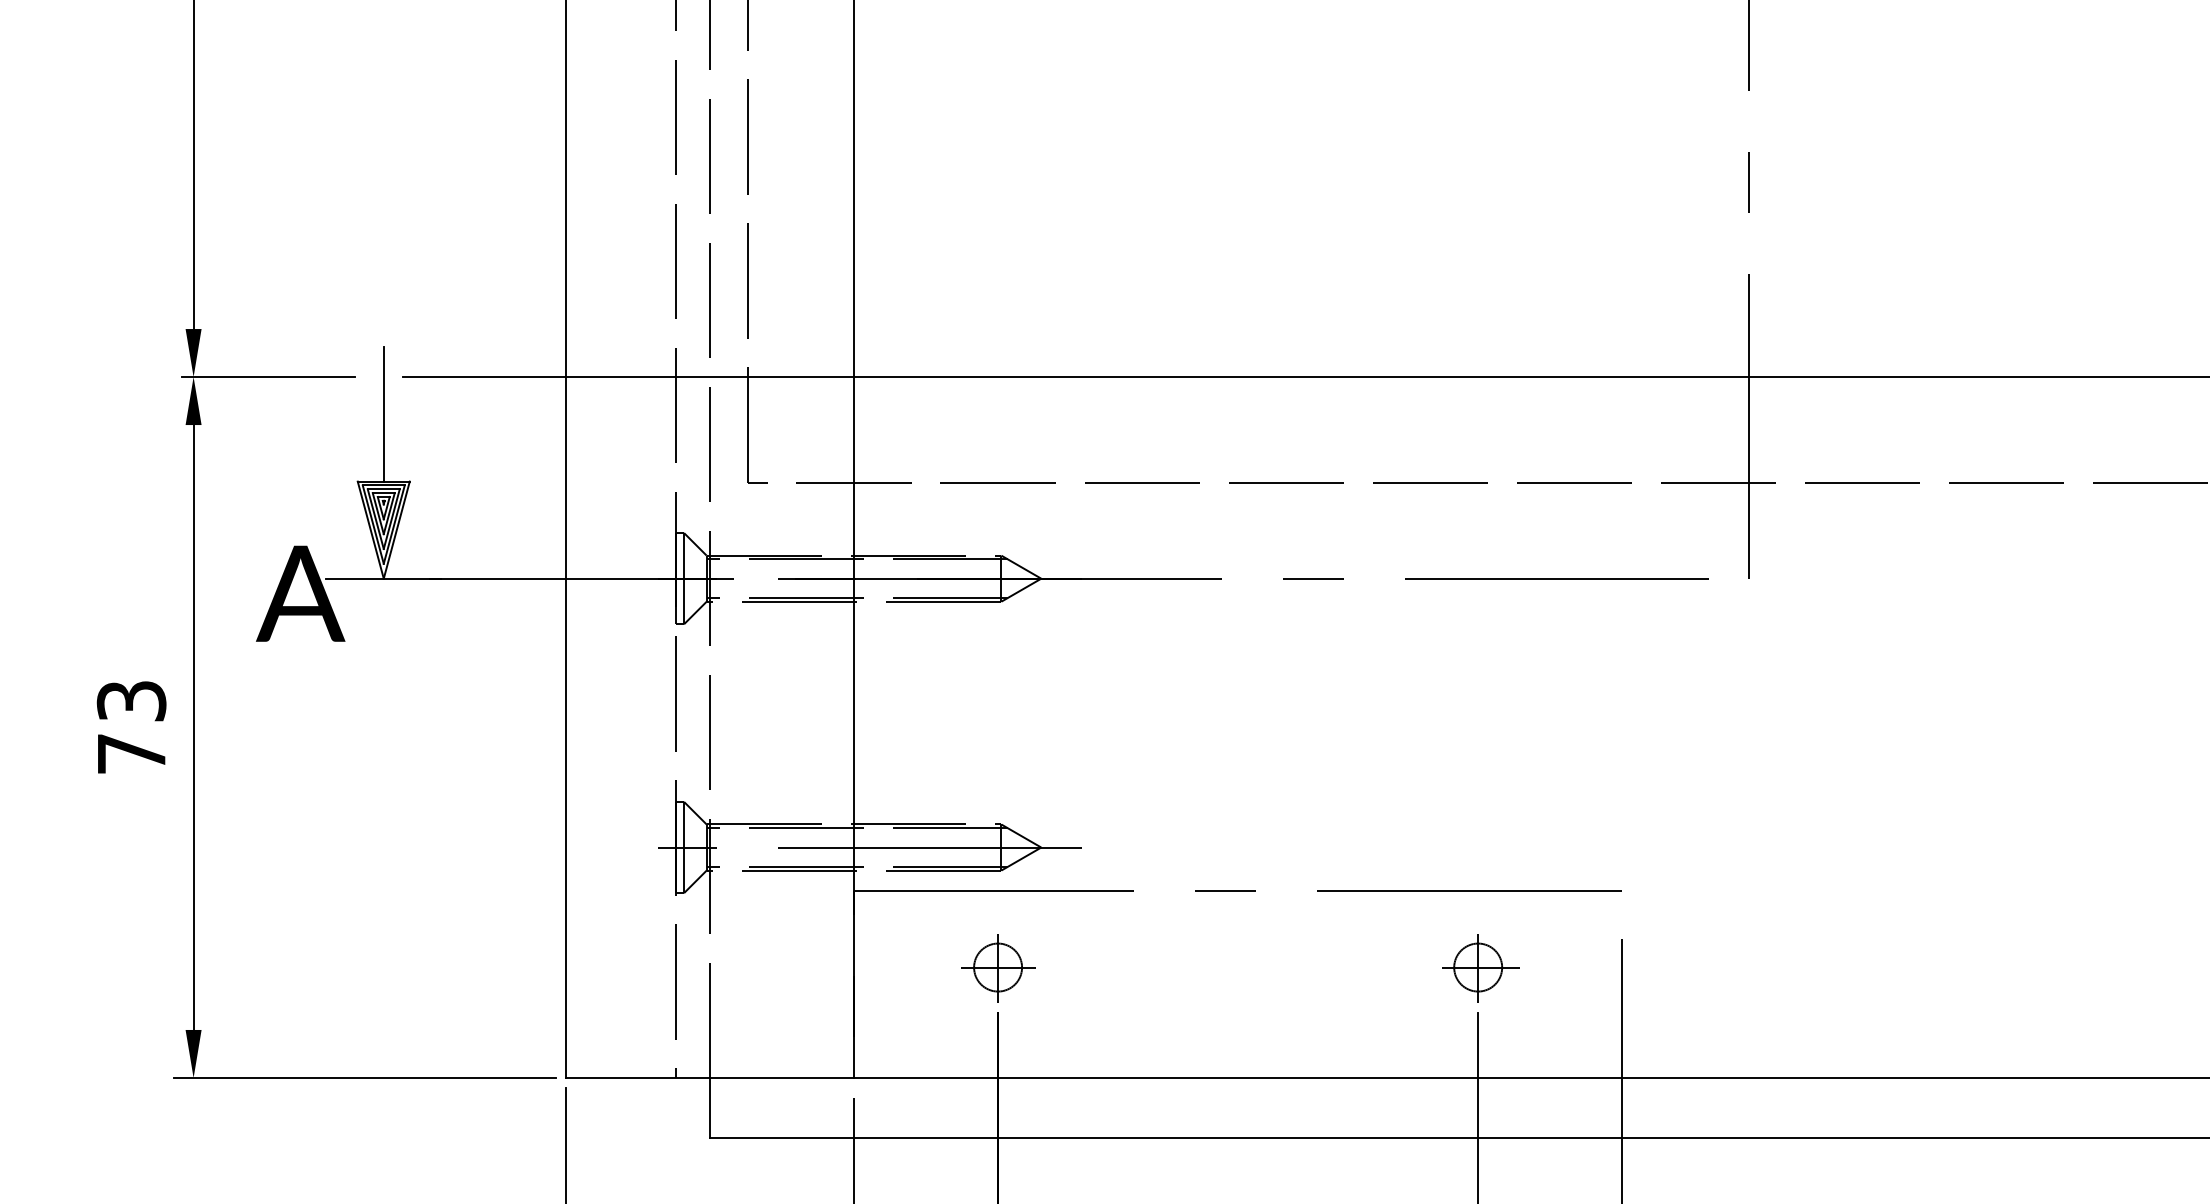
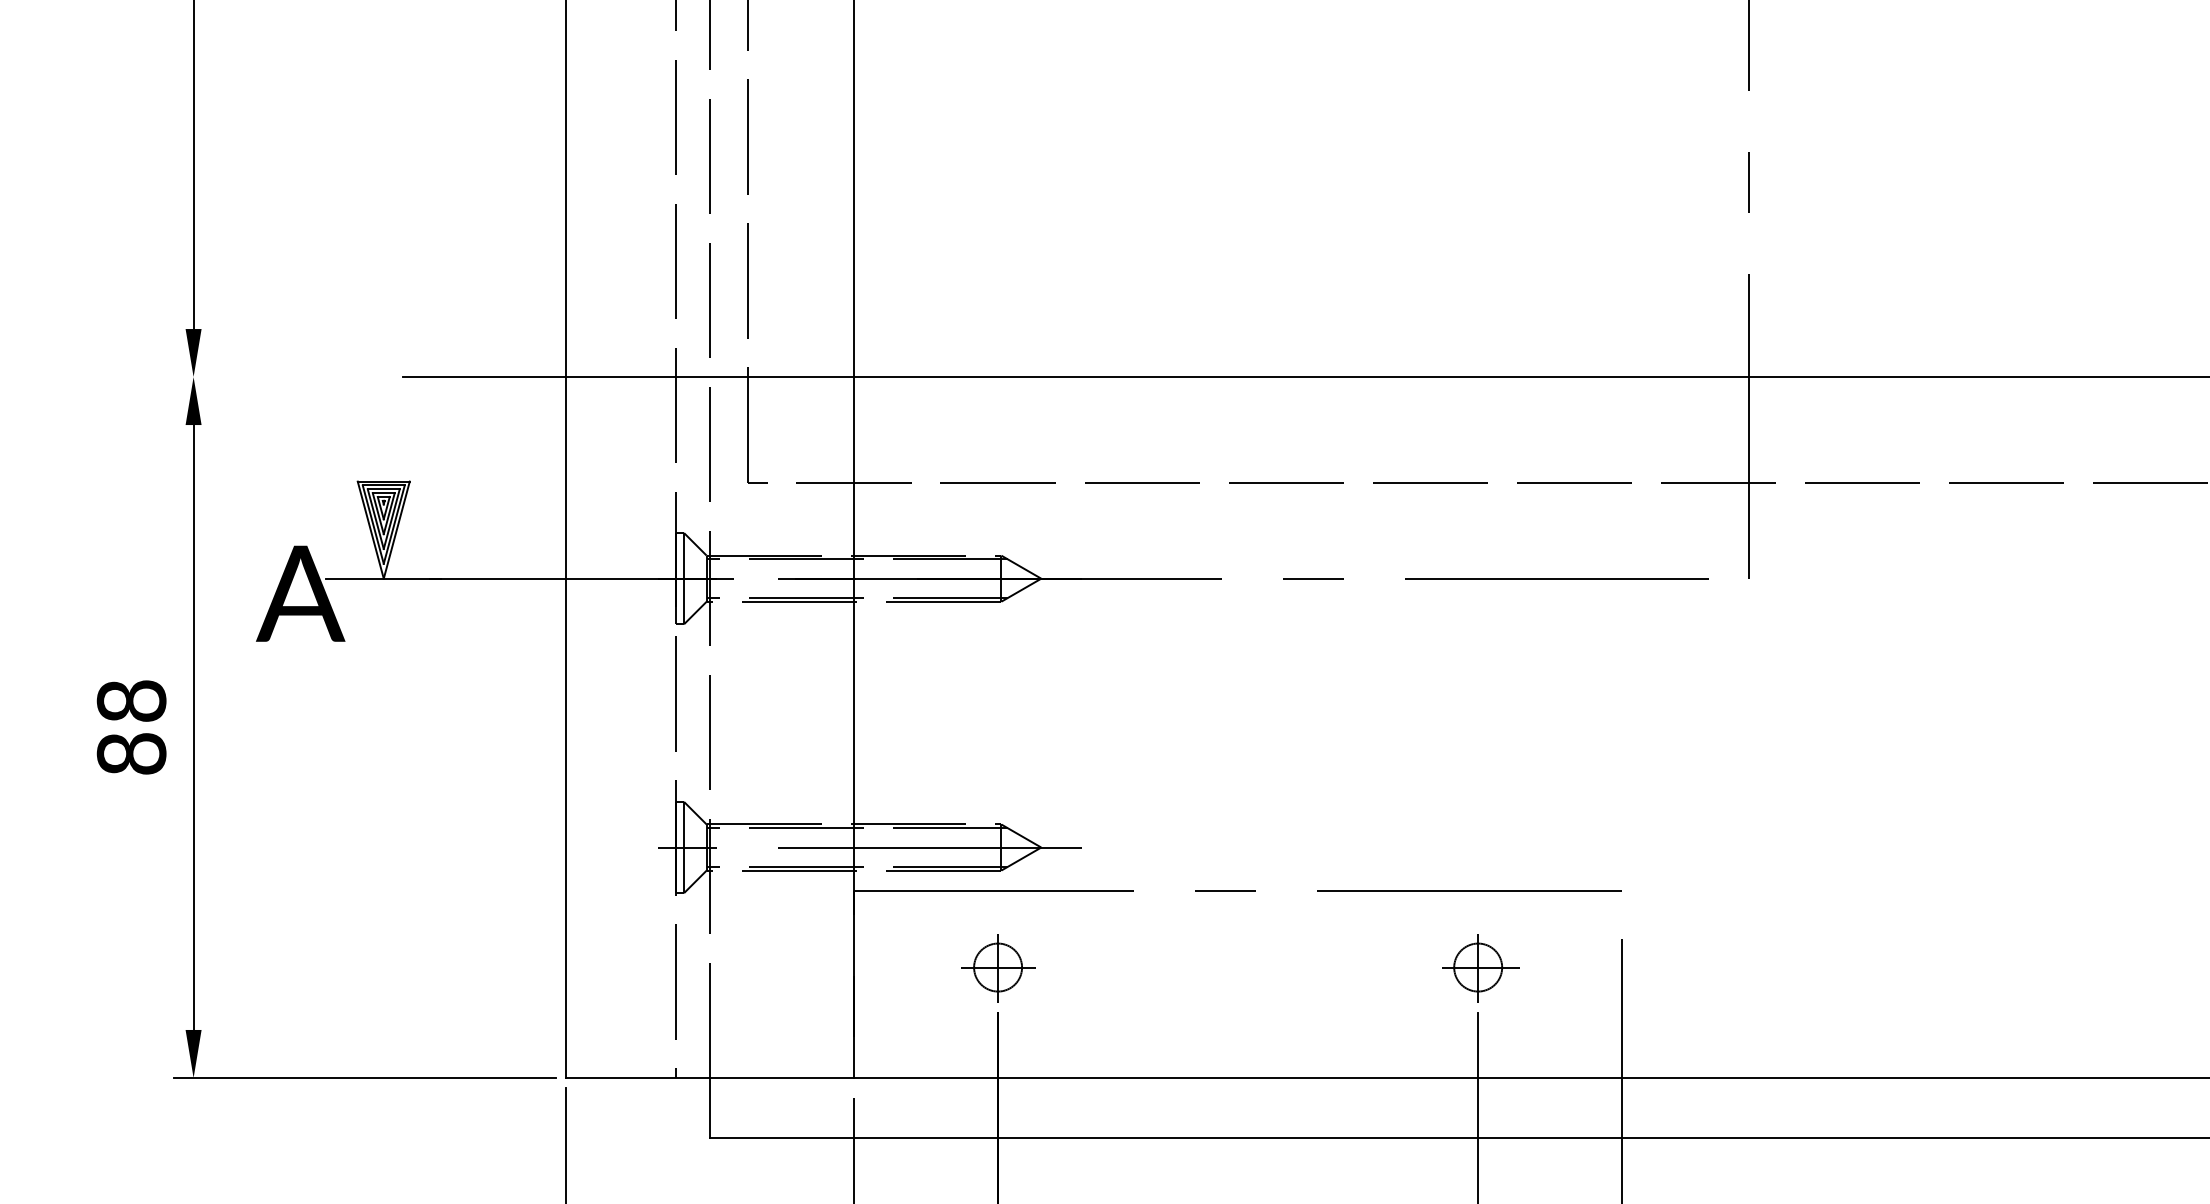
line at (268, 377): present -> none
line at (383, 414): present -> none
text at (131, 727): 73 -> 88
